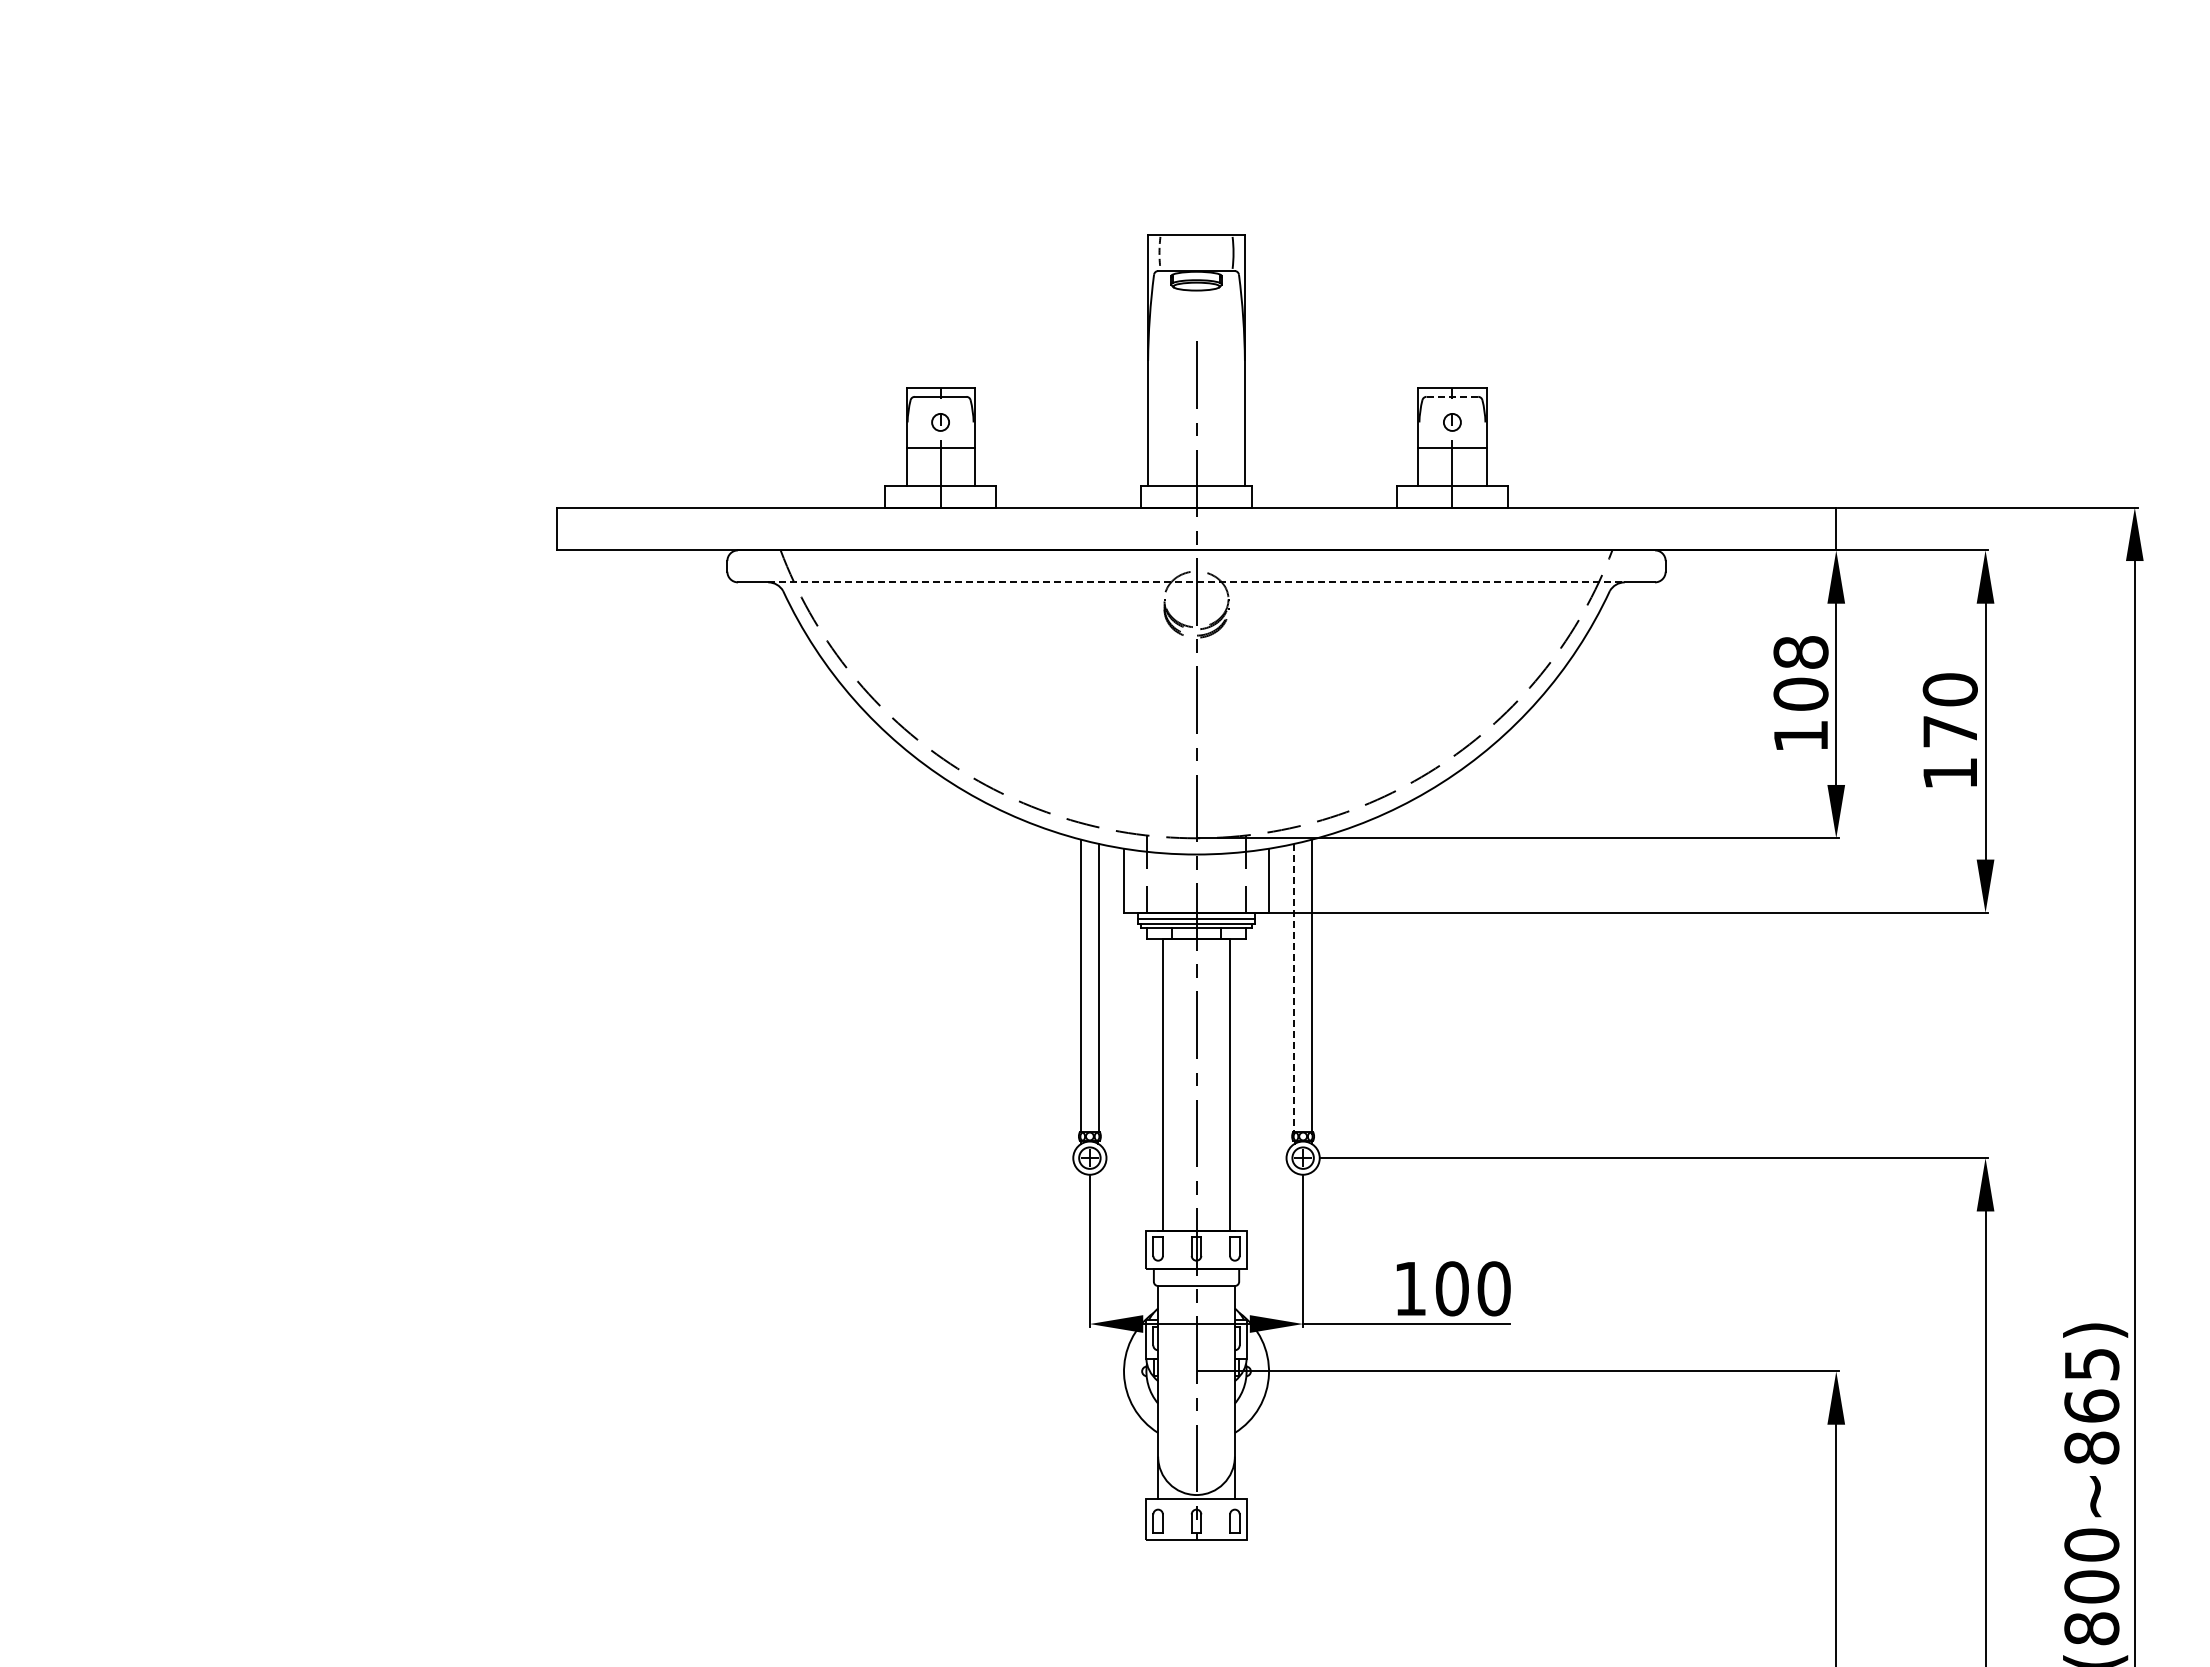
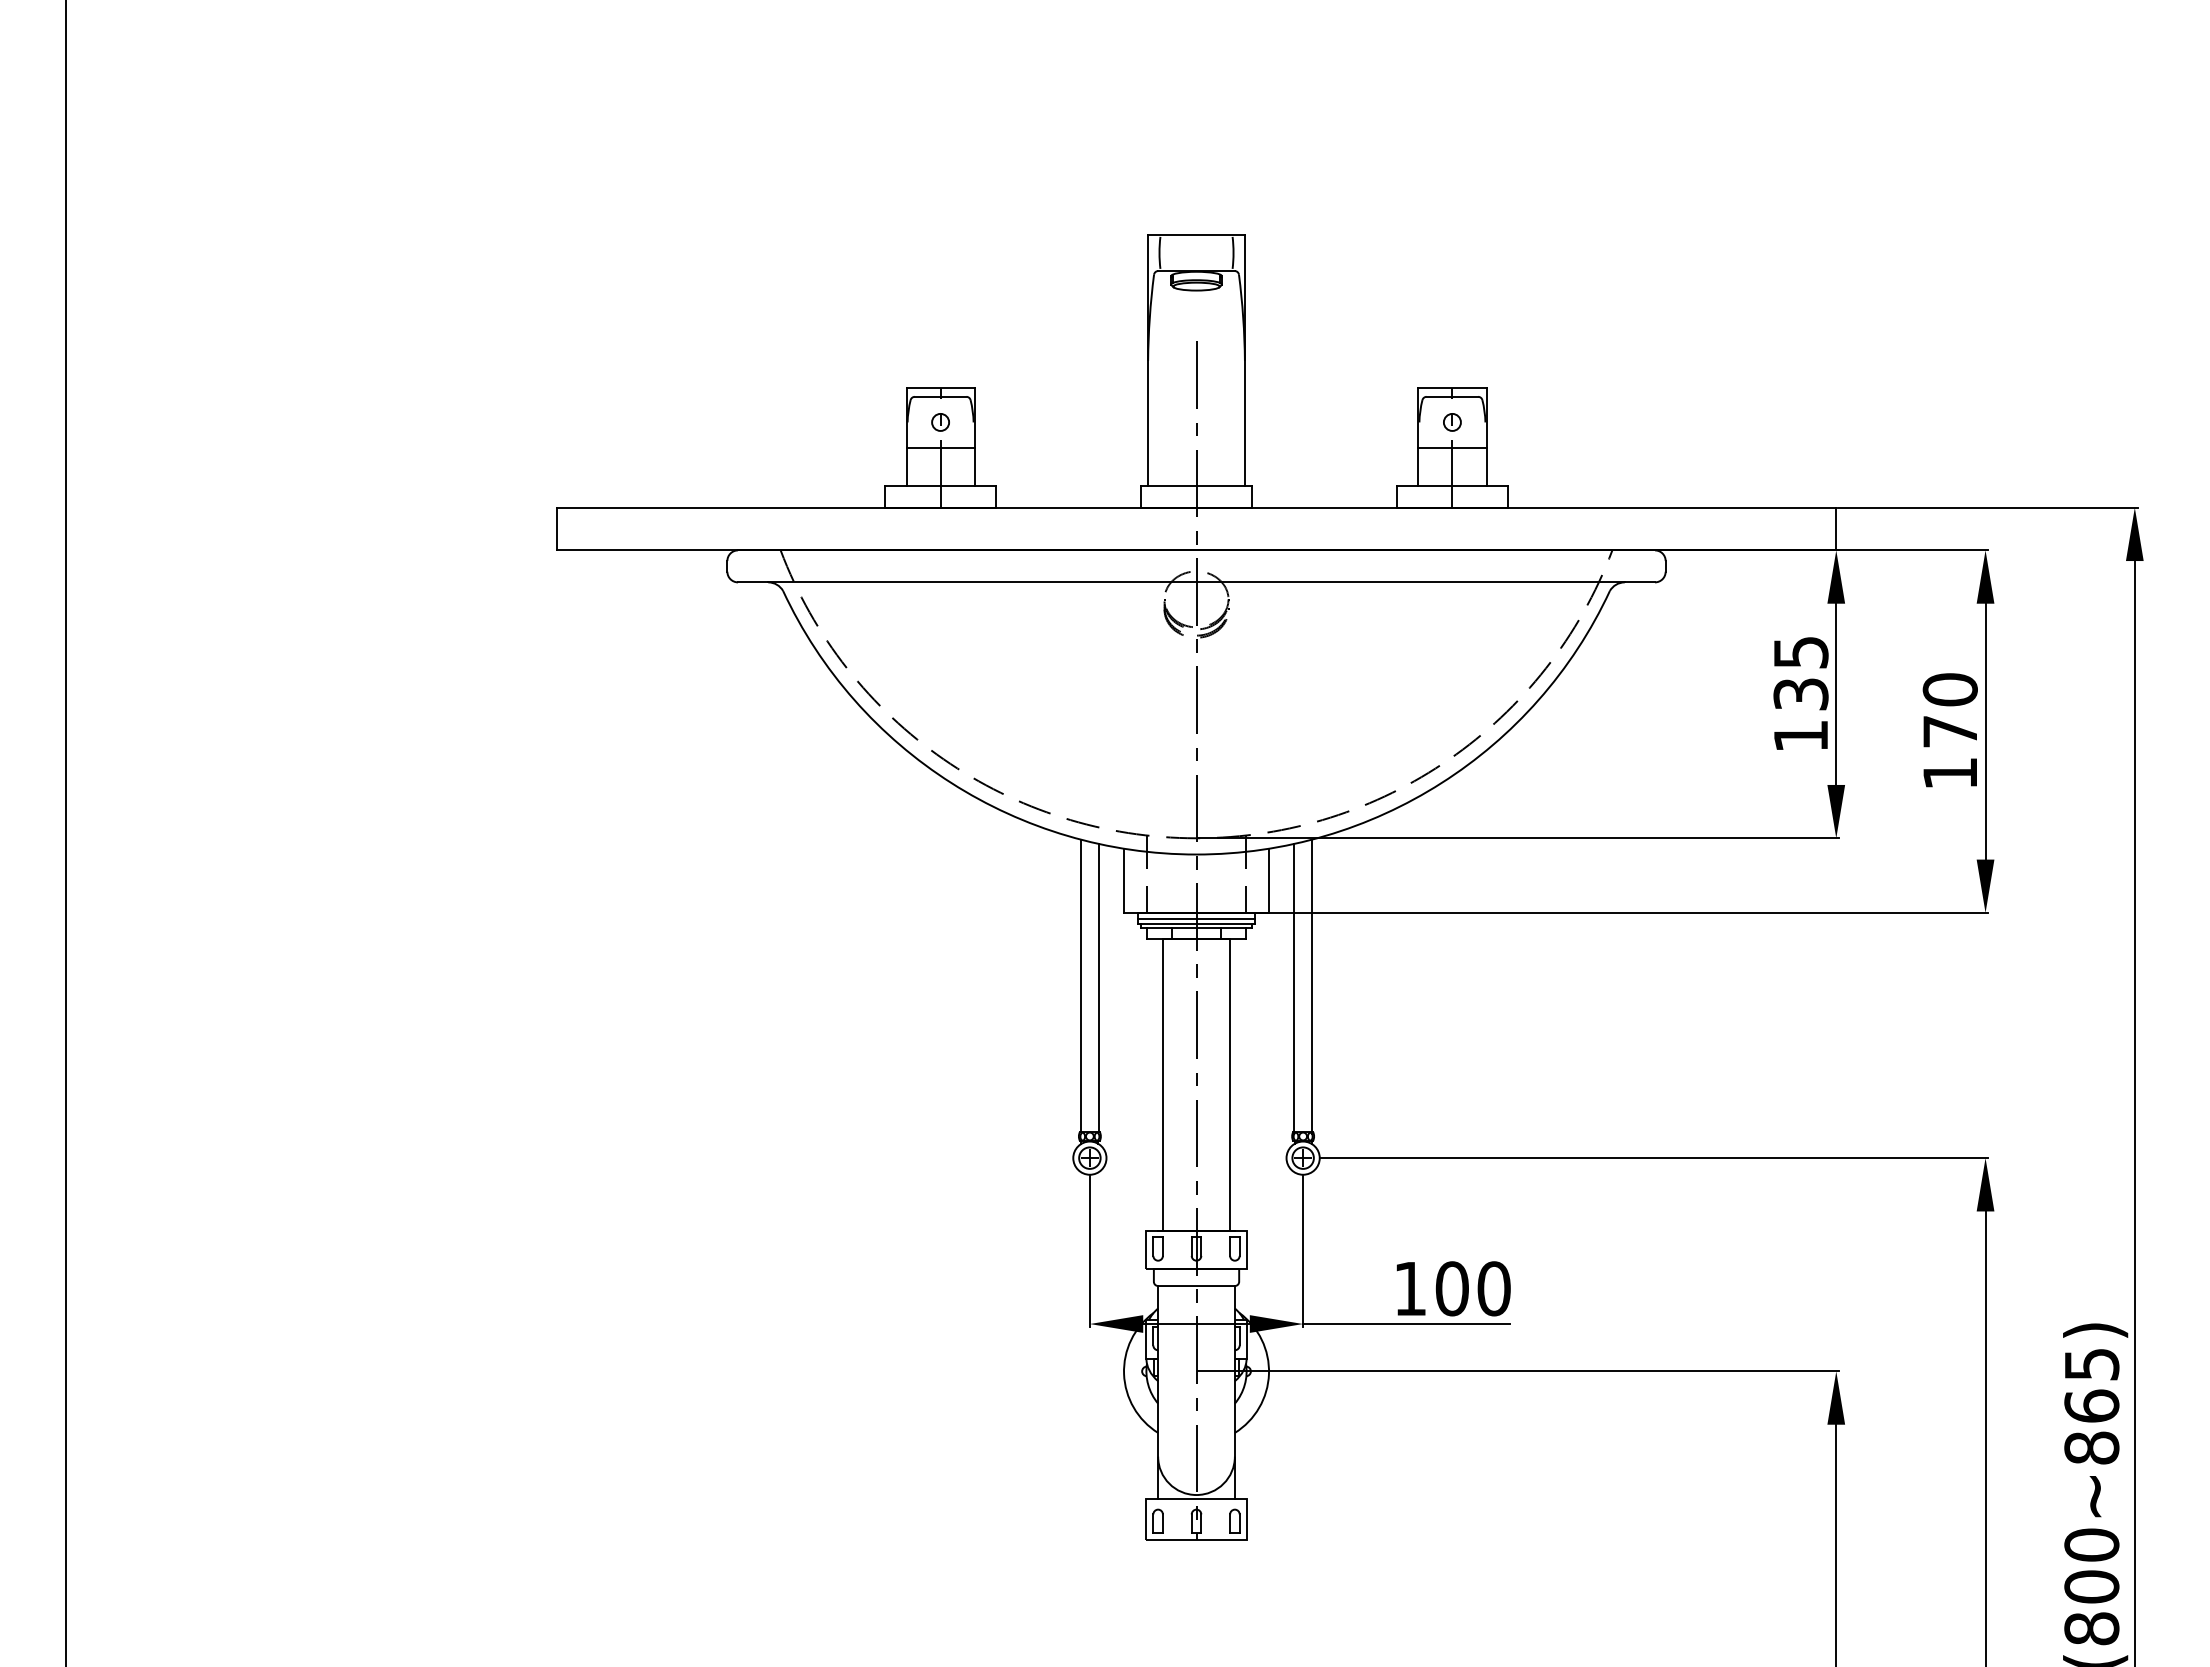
arc at (1159, 252): dashed -> solid
line at (1452, 396): dashed -> solid
line at (1197, 582): dashed -> solid
text at (1800, 673): 108 -> 135
line at (66, 832): none -> present
line at (1294, 989): dashed -> solid
